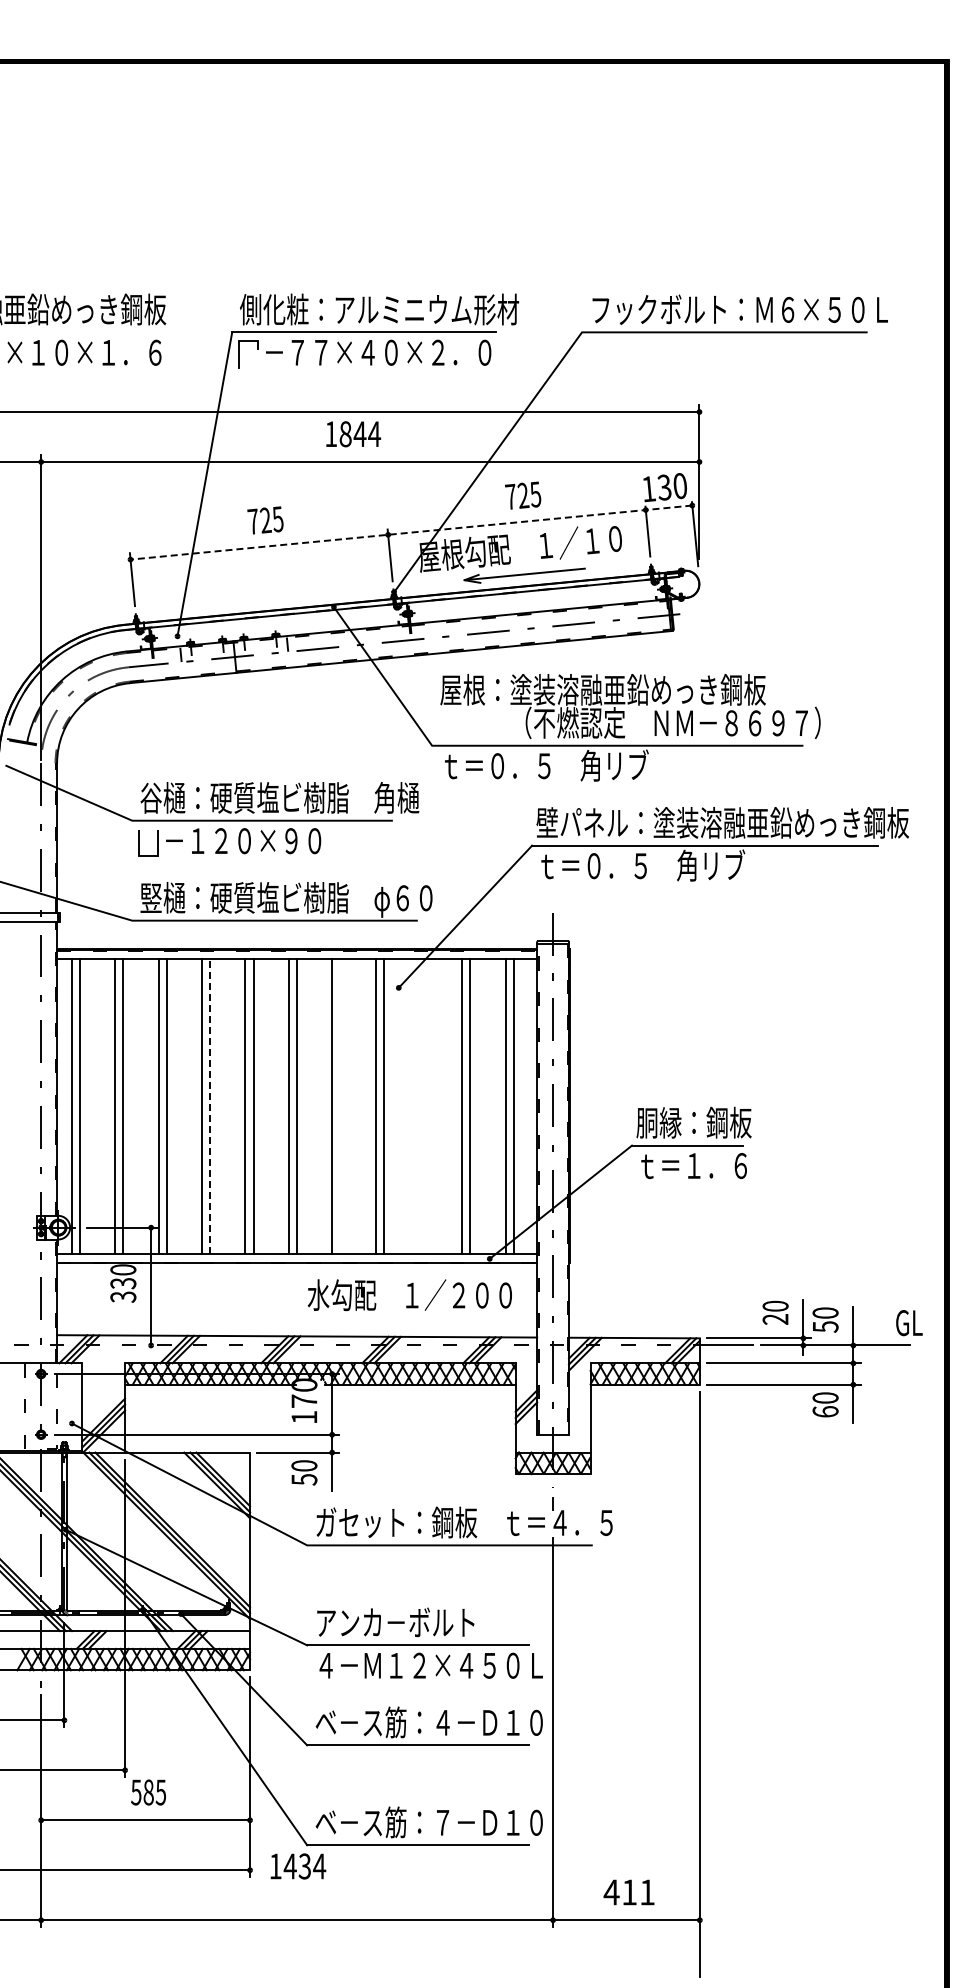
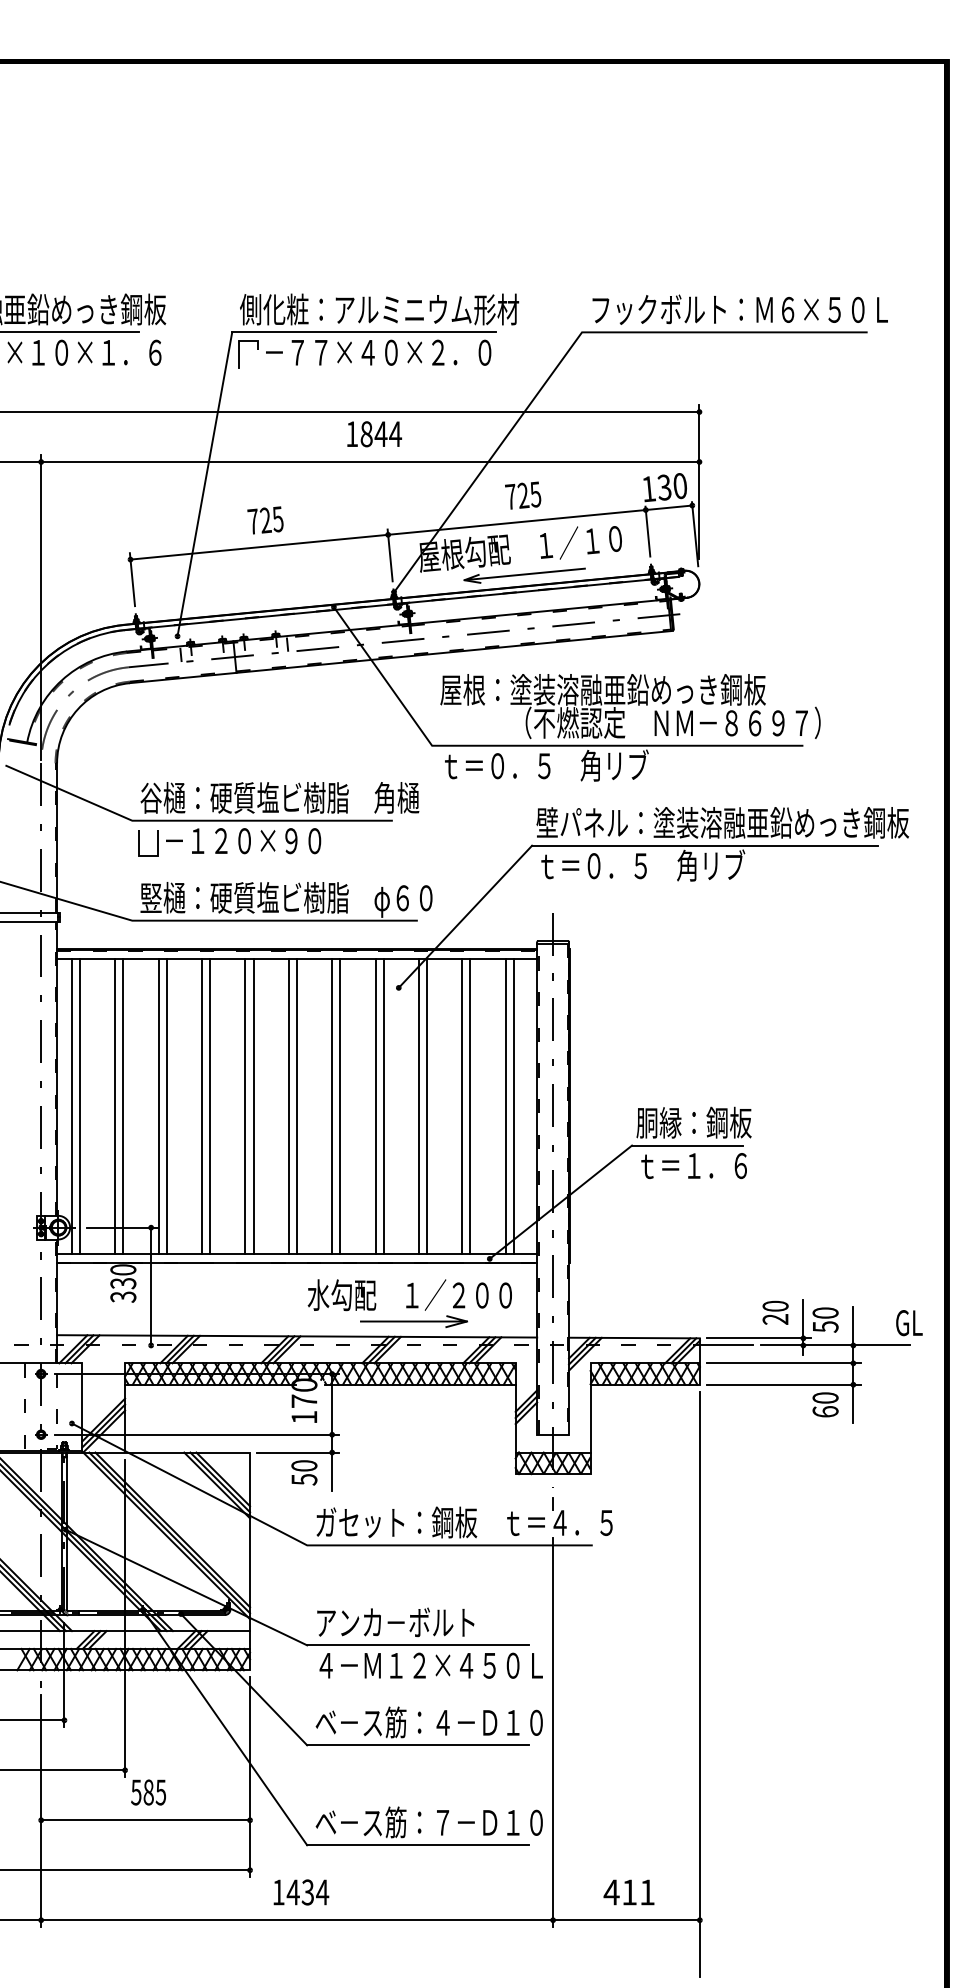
line at (70, 332): none -> present
text at (353, 434) position: (353, 434) -> (374, 434)
line at (410, 532): dashed -> solid
line at (210, 1106): dashed -> solid
line at (340, 1106): none -> present
line at (418, 1106): none -> present
line at (427, 1106): none -> present
part at (413, 1321): none -> present
text at (298, 1866) position: (298, 1866) -> (301, 1892)
